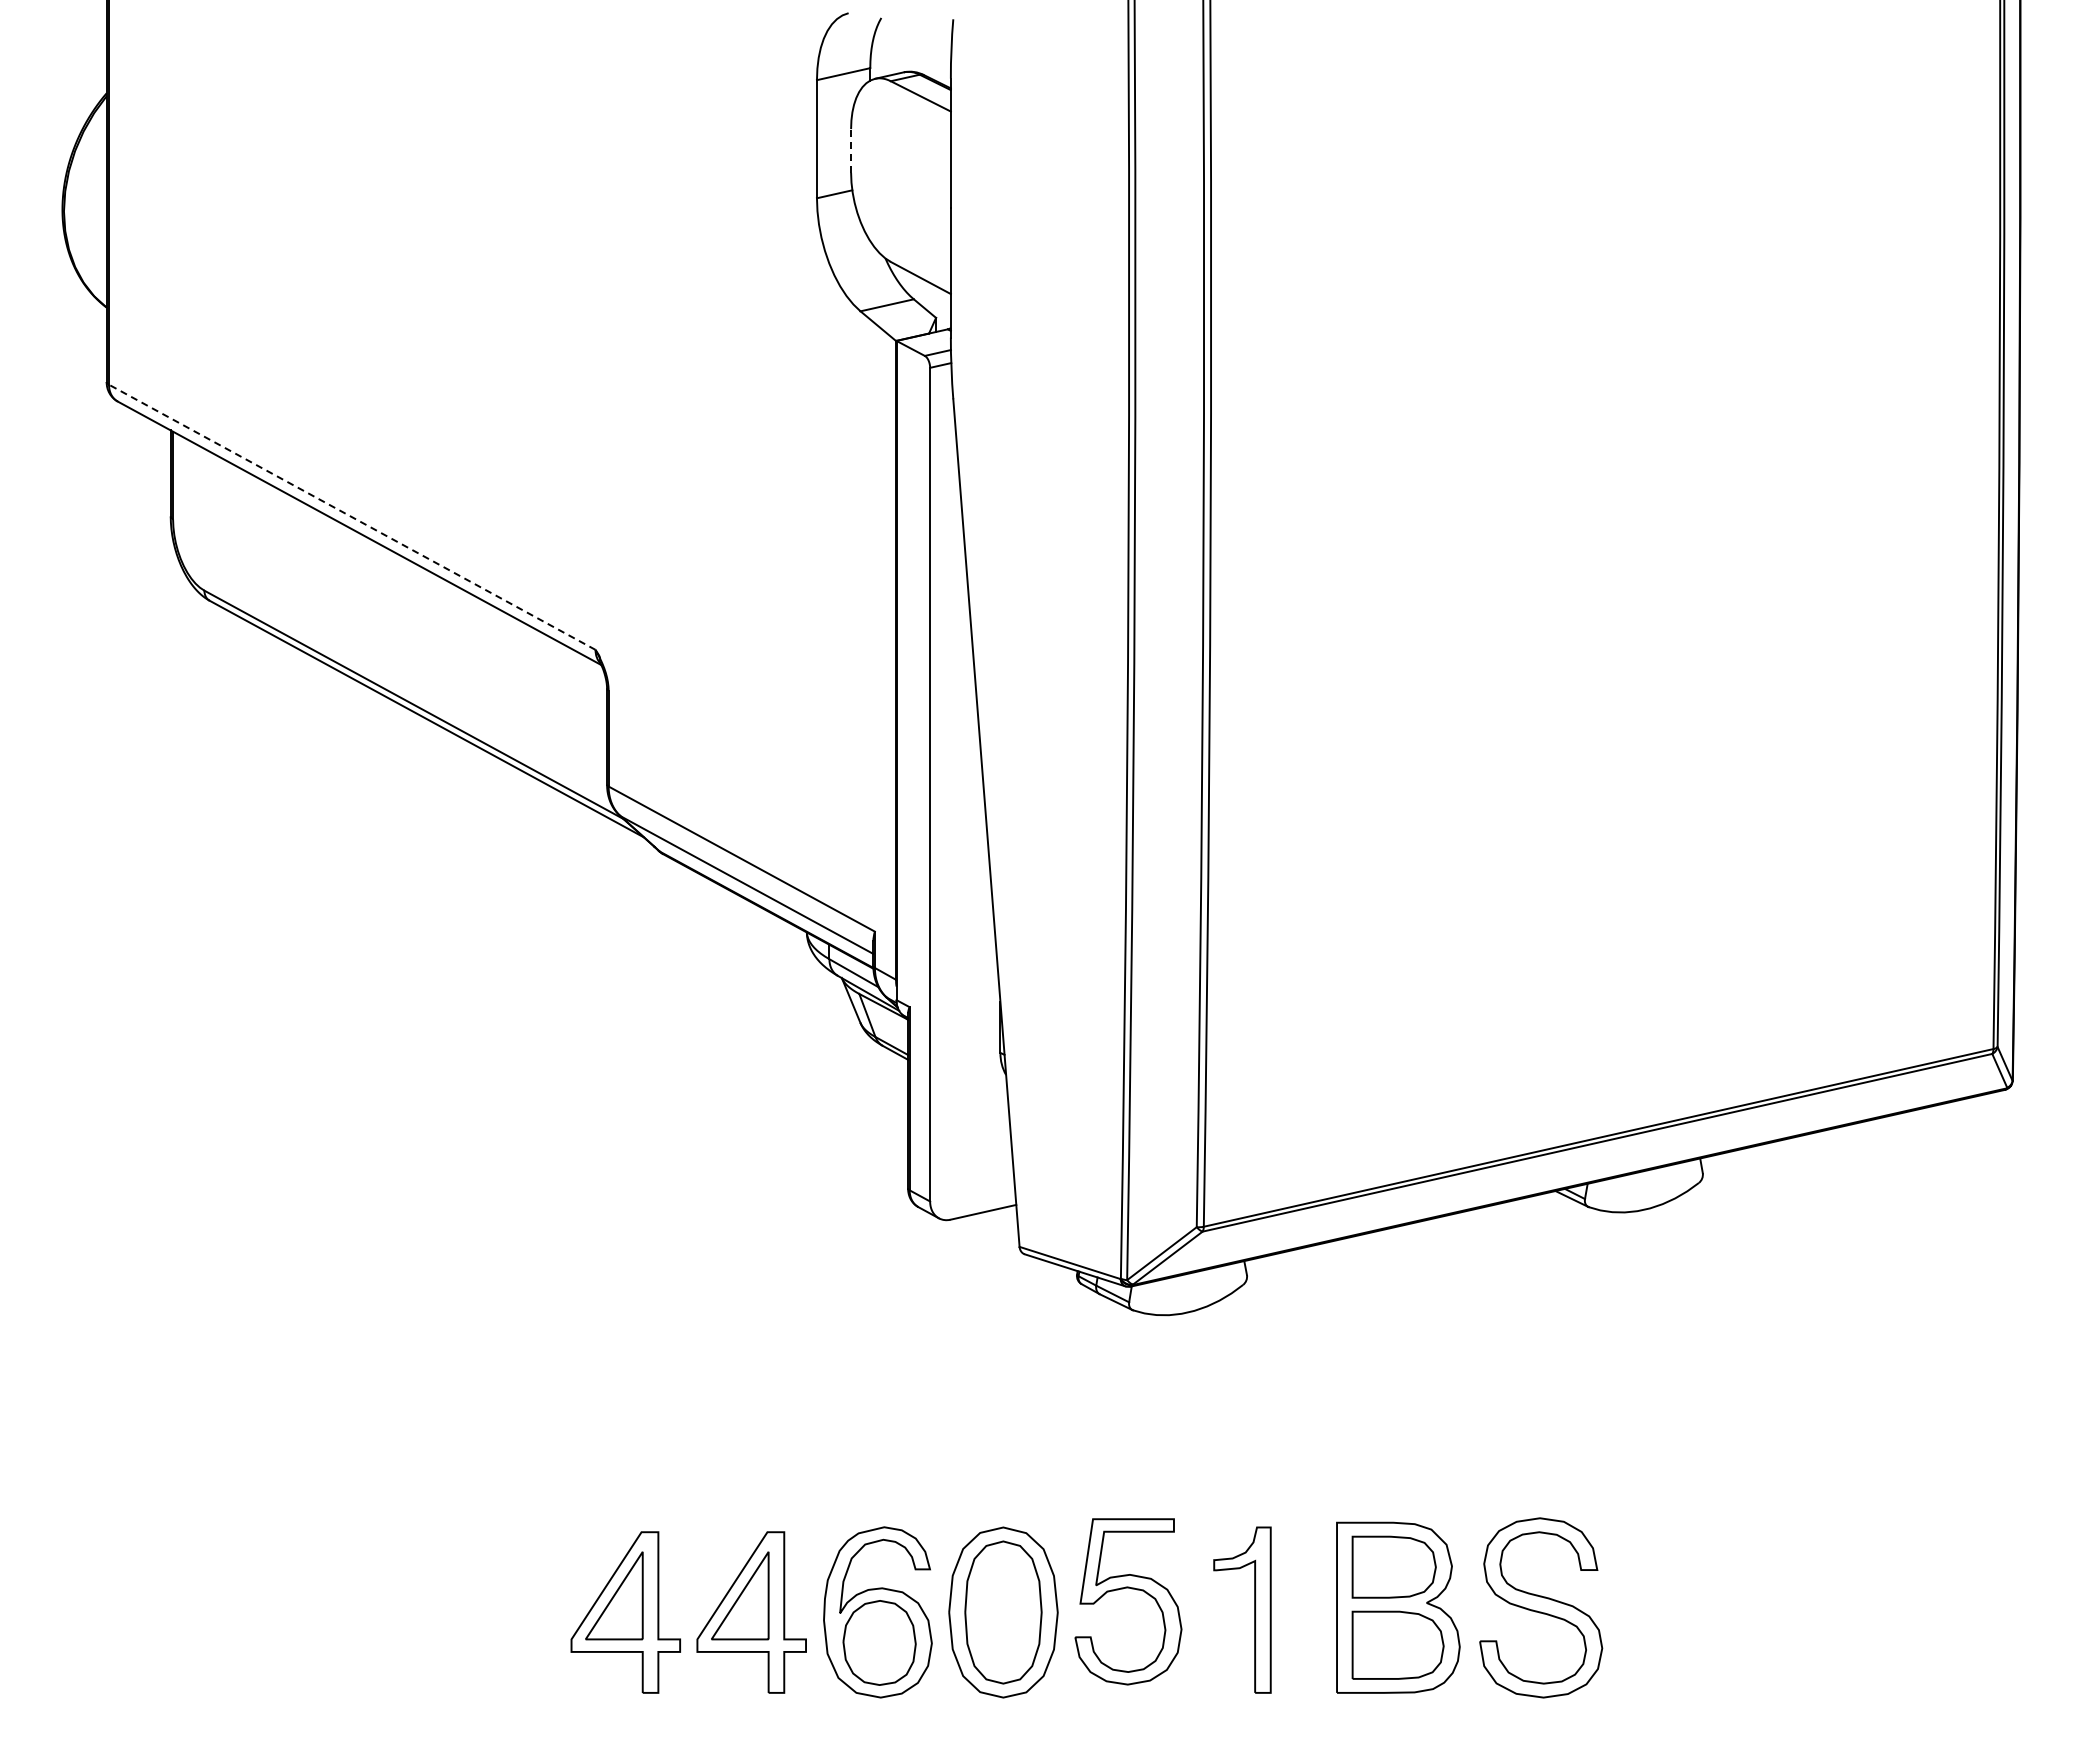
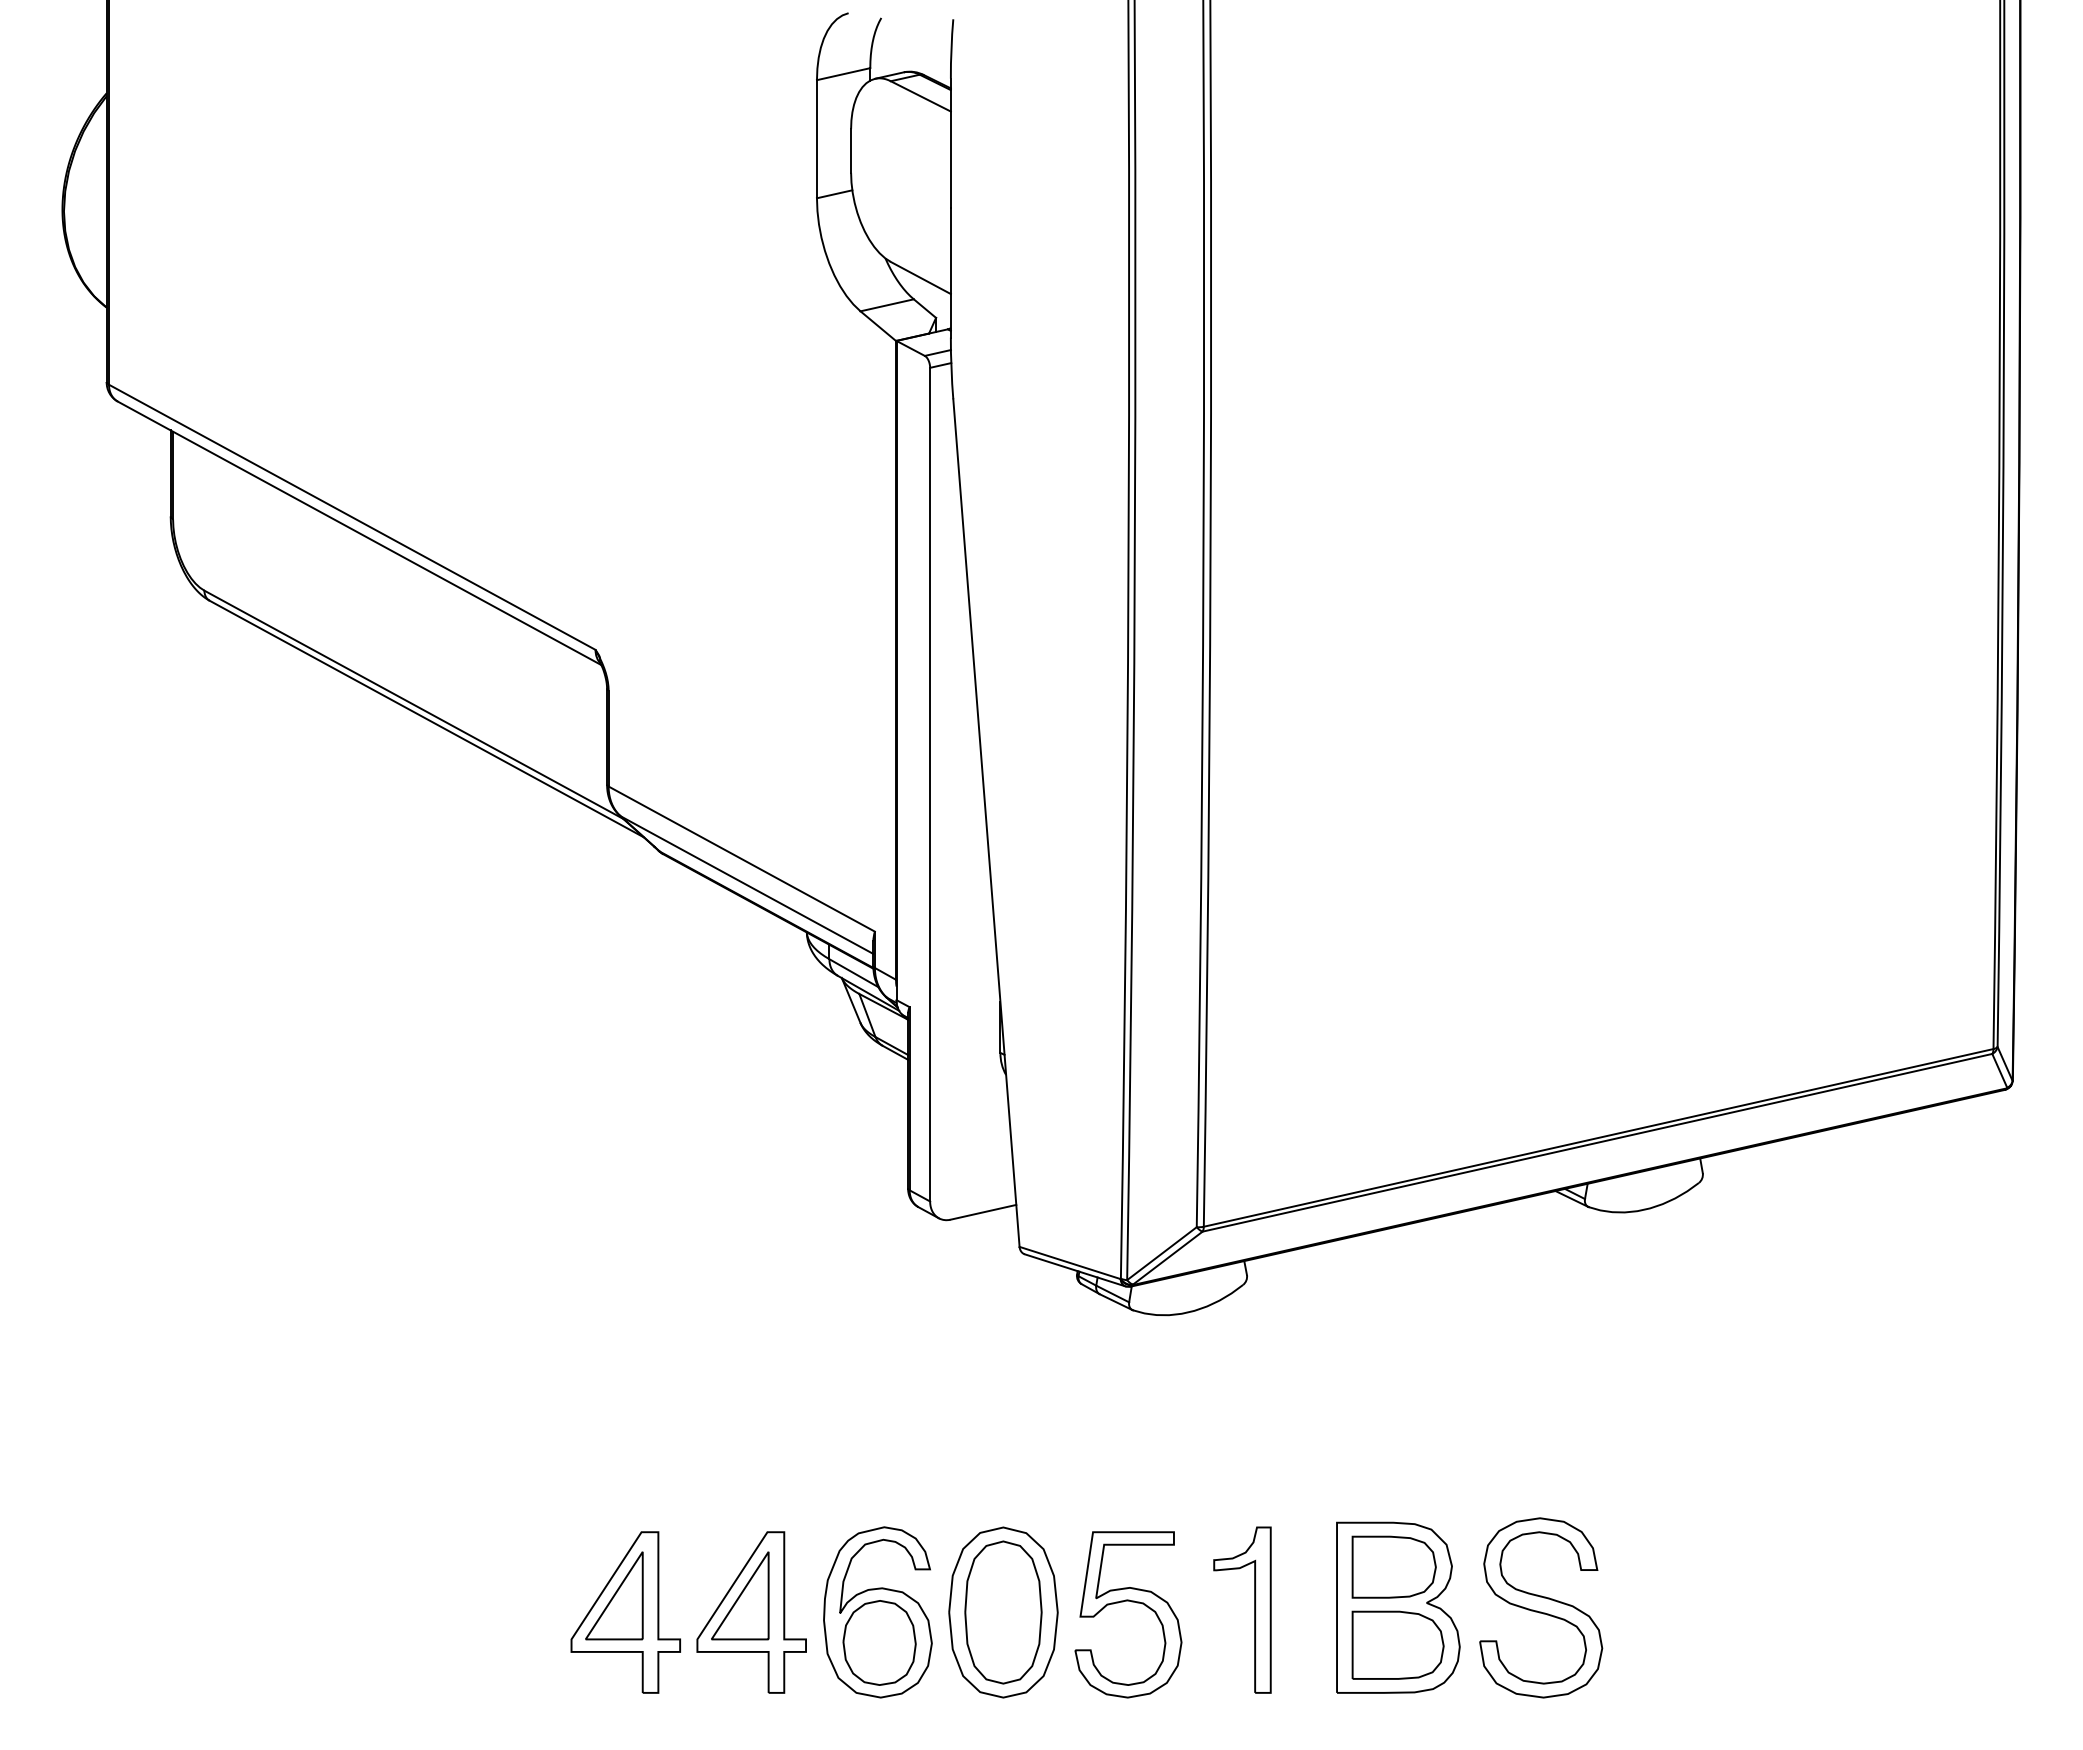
line at (851, 150): dashed -> solid
line at (351, 517): dashed -> solid
part at (1131, 1589) position: (1131, 1589) -> (1131, 1602)
